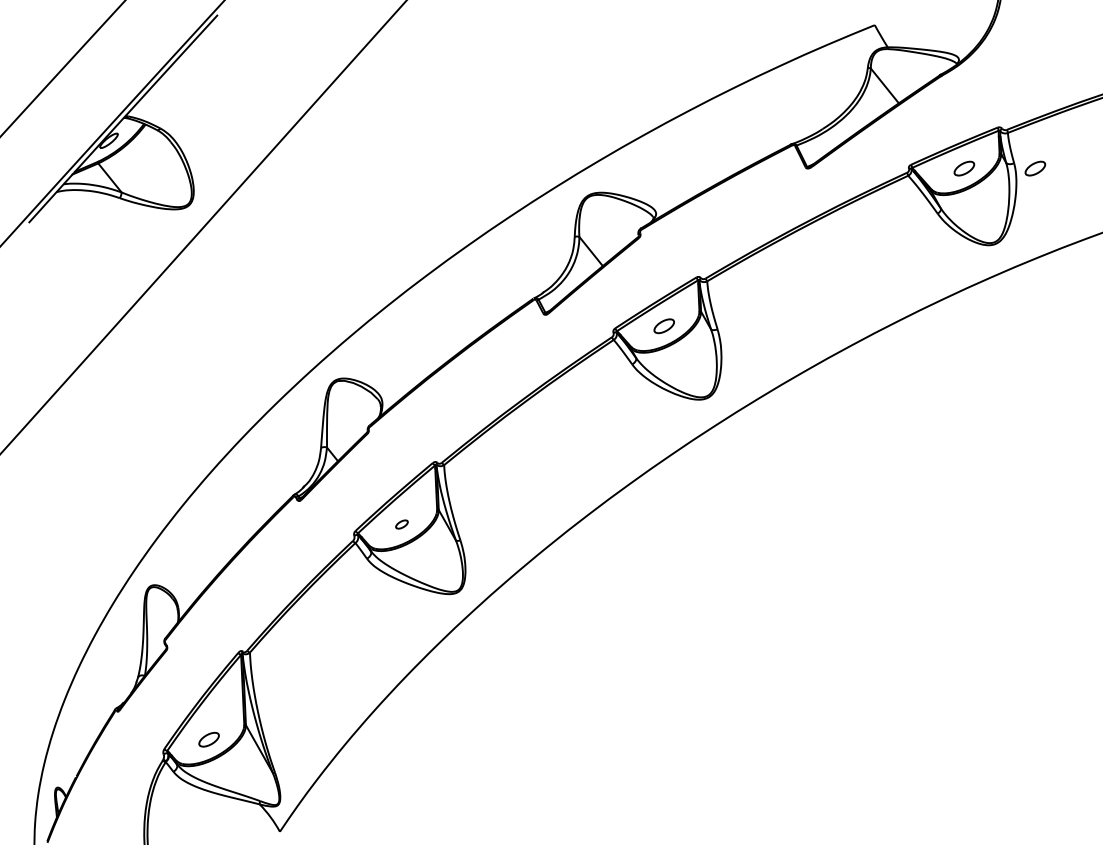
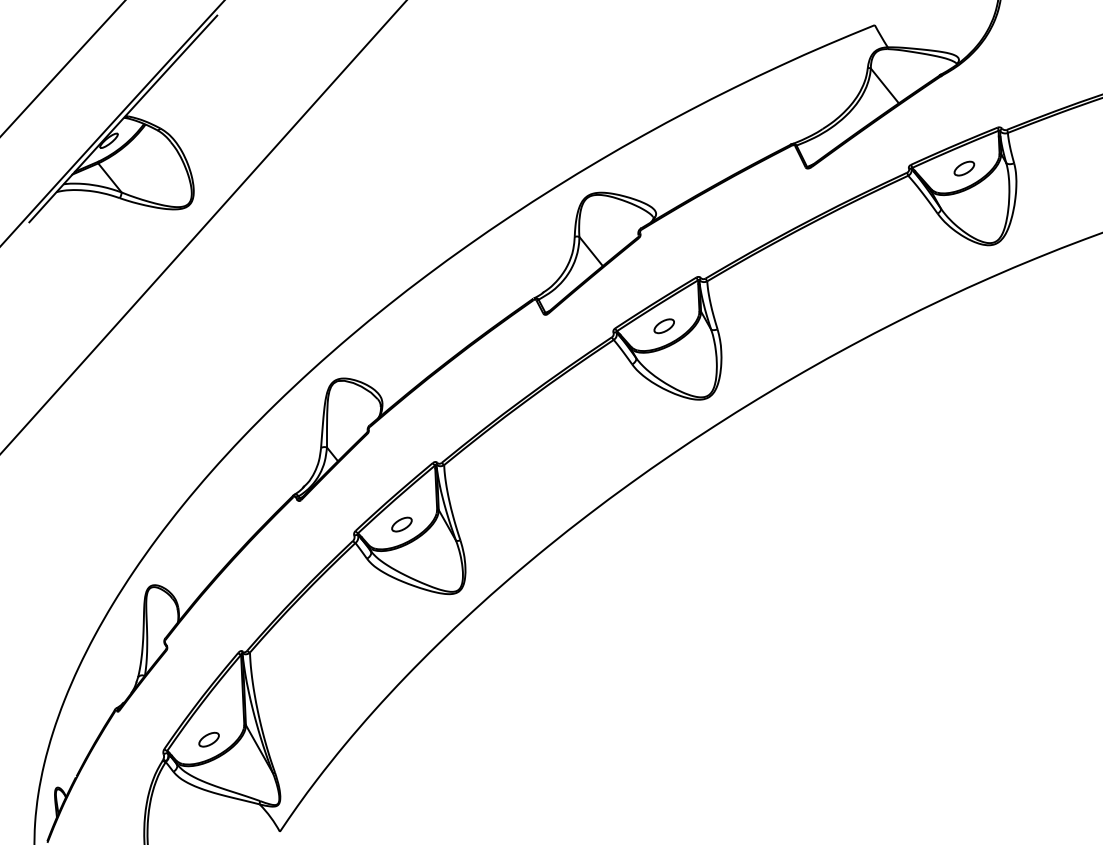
part at (1035, 168): present -> none
part at (401, 524) size: 14x11 px -> 22x17 px
